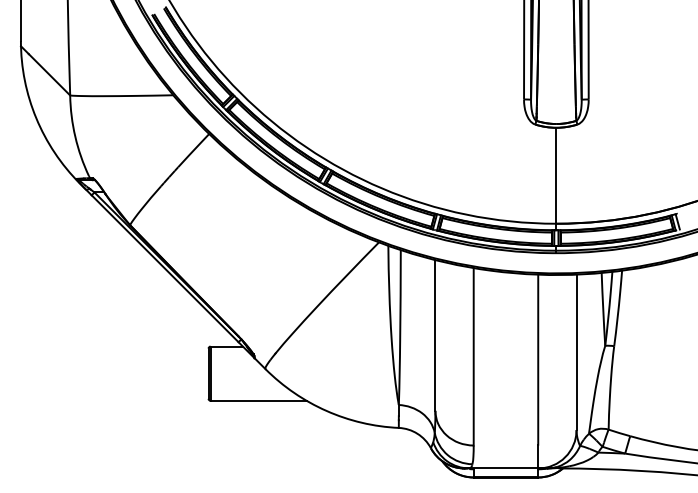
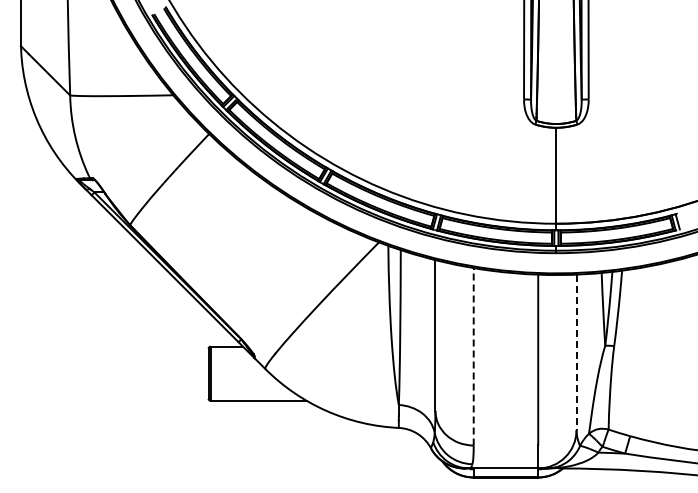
line at (576, 352): solid -> dashed
line at (473, 356): solid -> dashed
